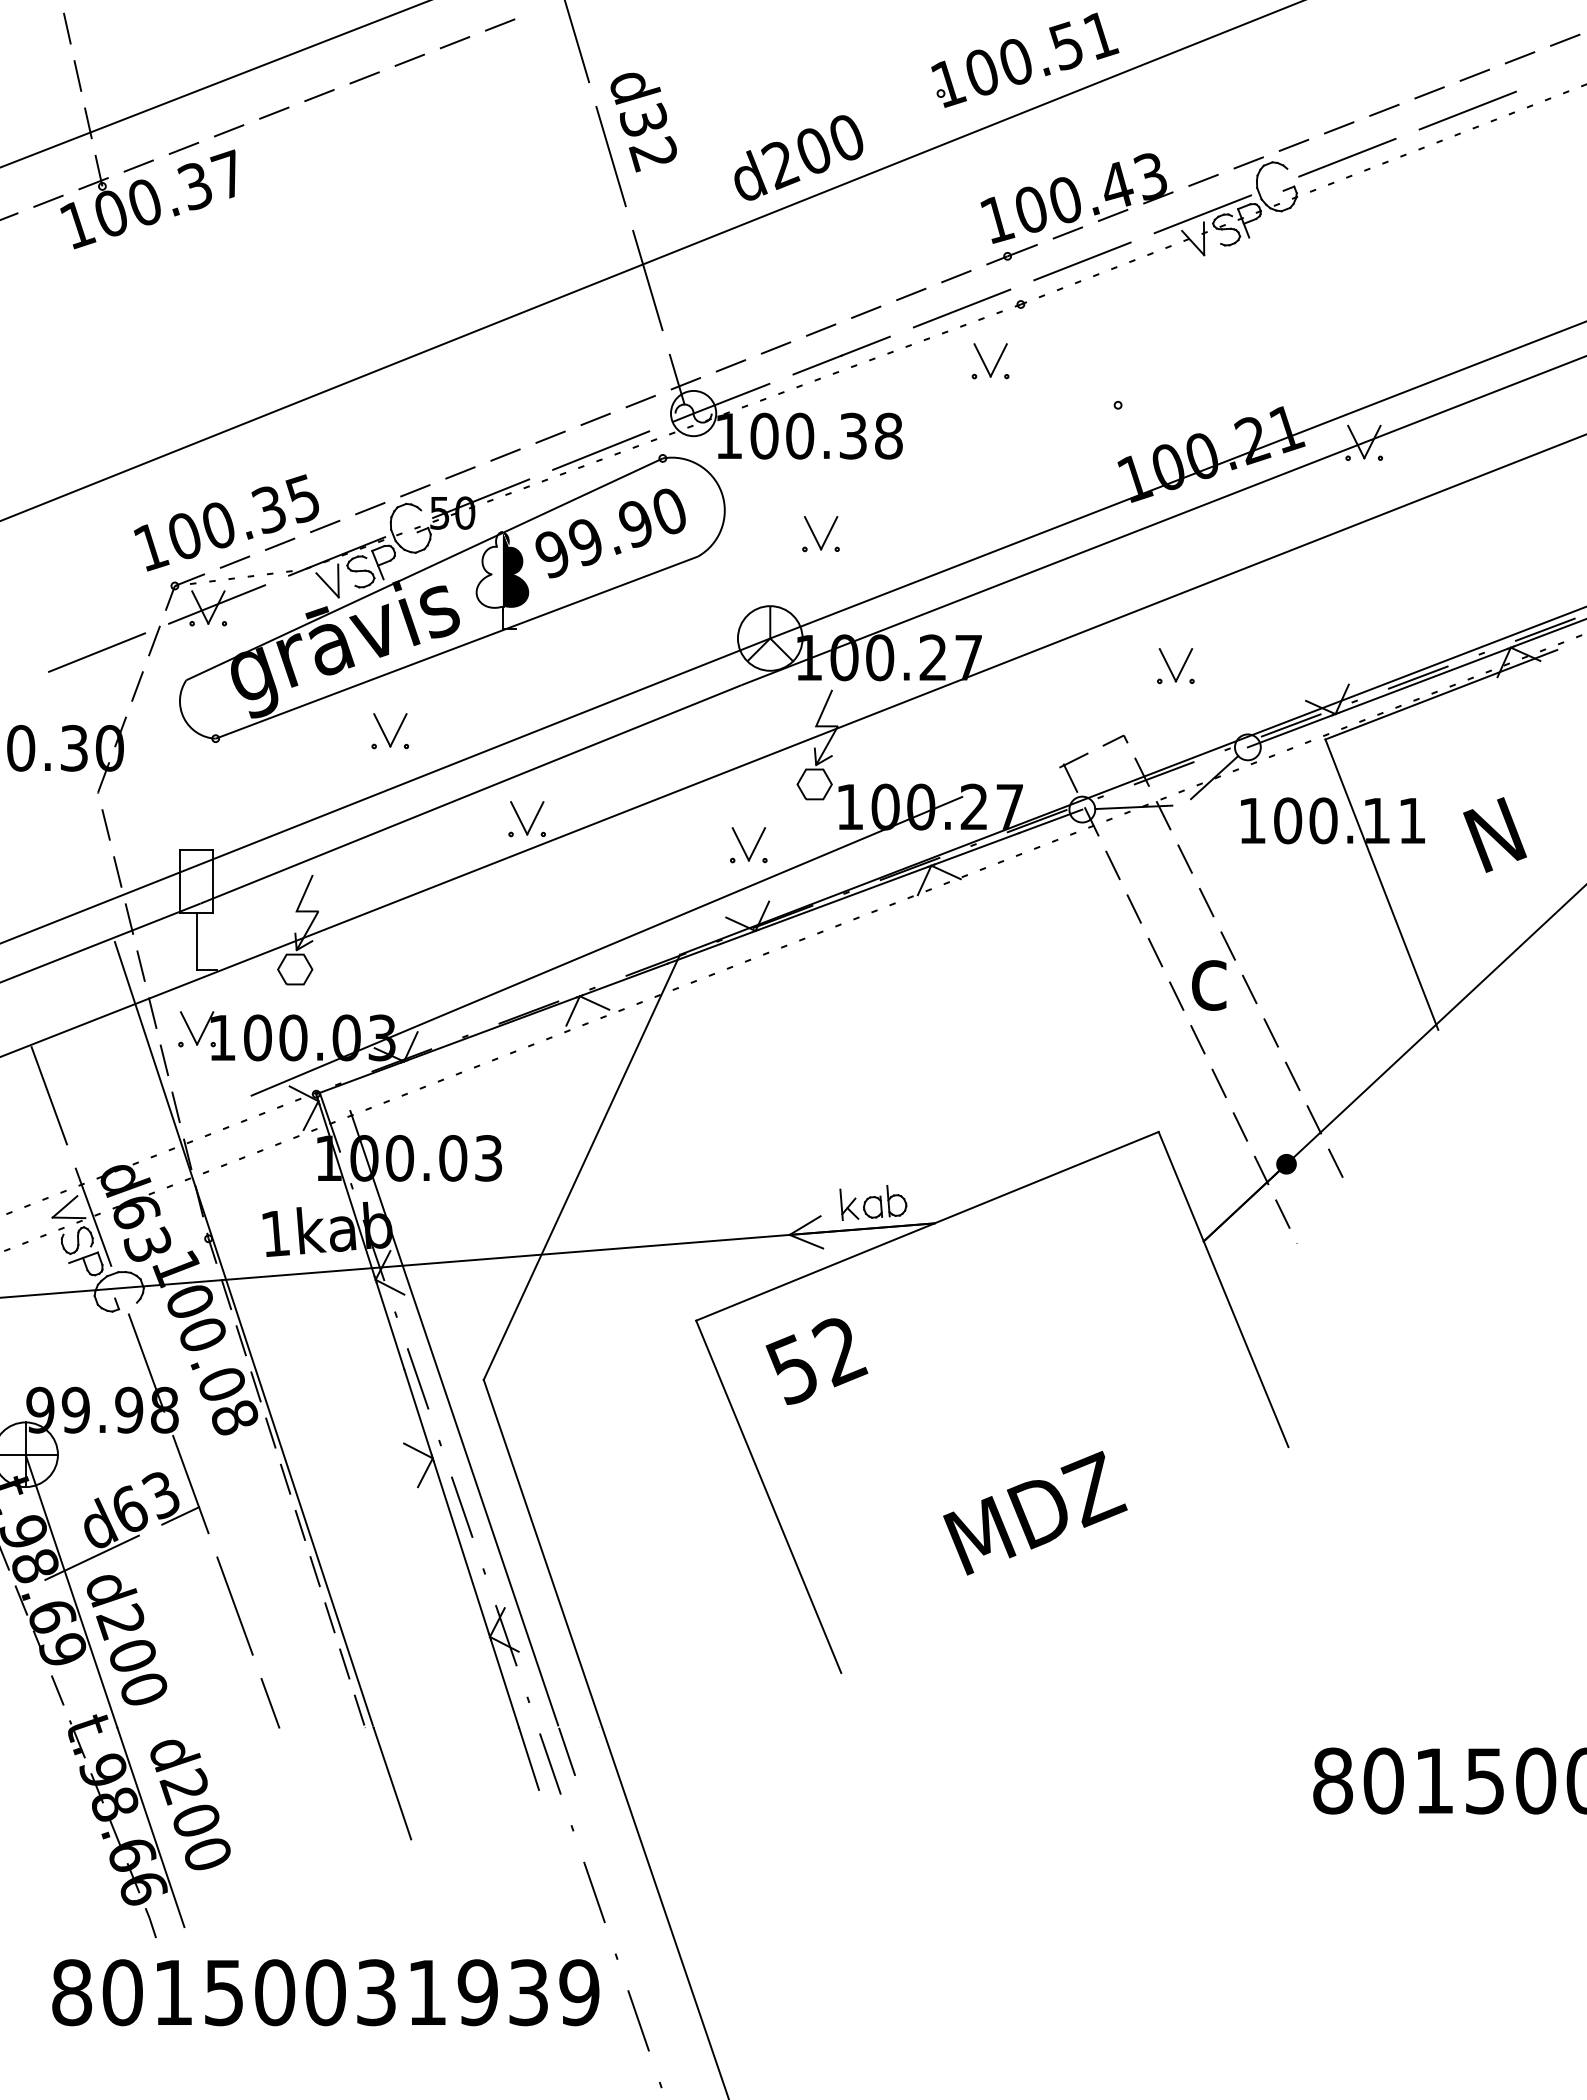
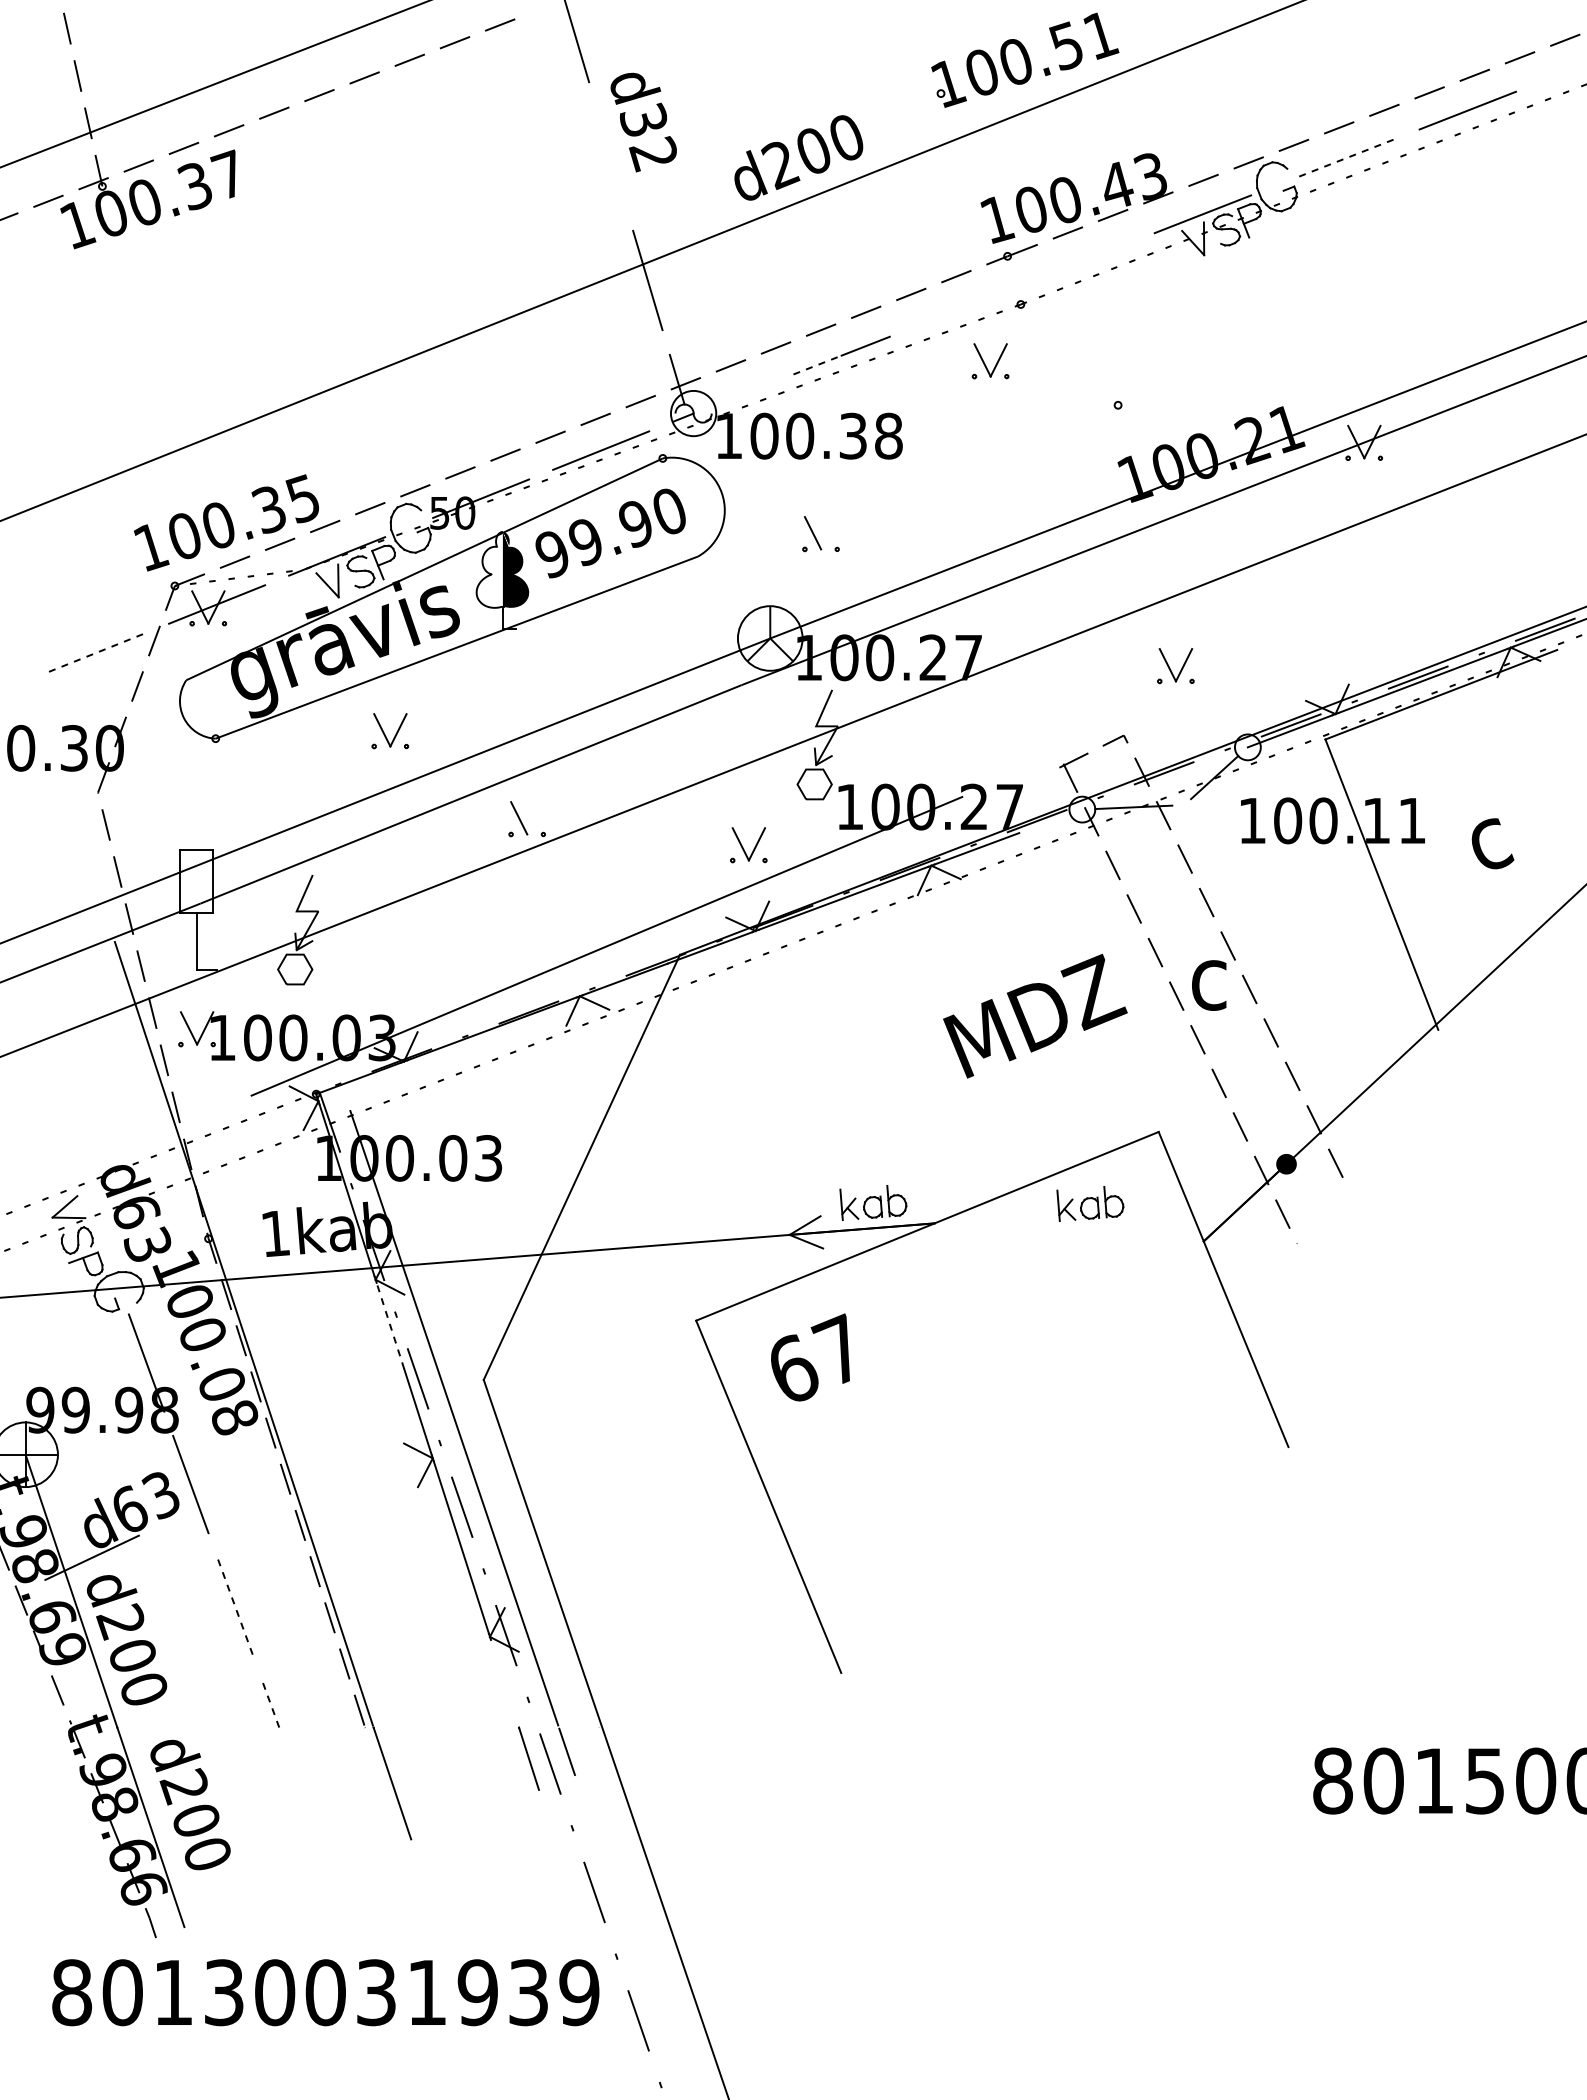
line at (610, 156): present -> none
line at (1347, 157): solid -> dashed
line at (1082, 261): present -> none
line at (962, 308): present -> none
line at (817, 365): solid -> dashed
line at (731, 398): present -> none
line at (829, 533): present -> none
line at (97, 652): solid -> dashed
line at (535, 818): present -> none
line at (1050, 821): present -> none
text at (1494, 834): N -> c
line at (49, 1095): present -> none
part at (1090, 1203): none -> present
line at (93, 1216): present -> none
line at (390, 1325): solid -> dashed
text at (816, 1359): 52 -> 67
text at (1035, 1512) position: (1035, 1512) -> (1035, 1015)
line at (180, 1515): present -> none
line at (235, 1606): solid -> dashed
line at (504, 1682): present -> none
line at (270, 1703): solid -> dashed
text at (224, 1992): 80150031939 -> 80130031939
